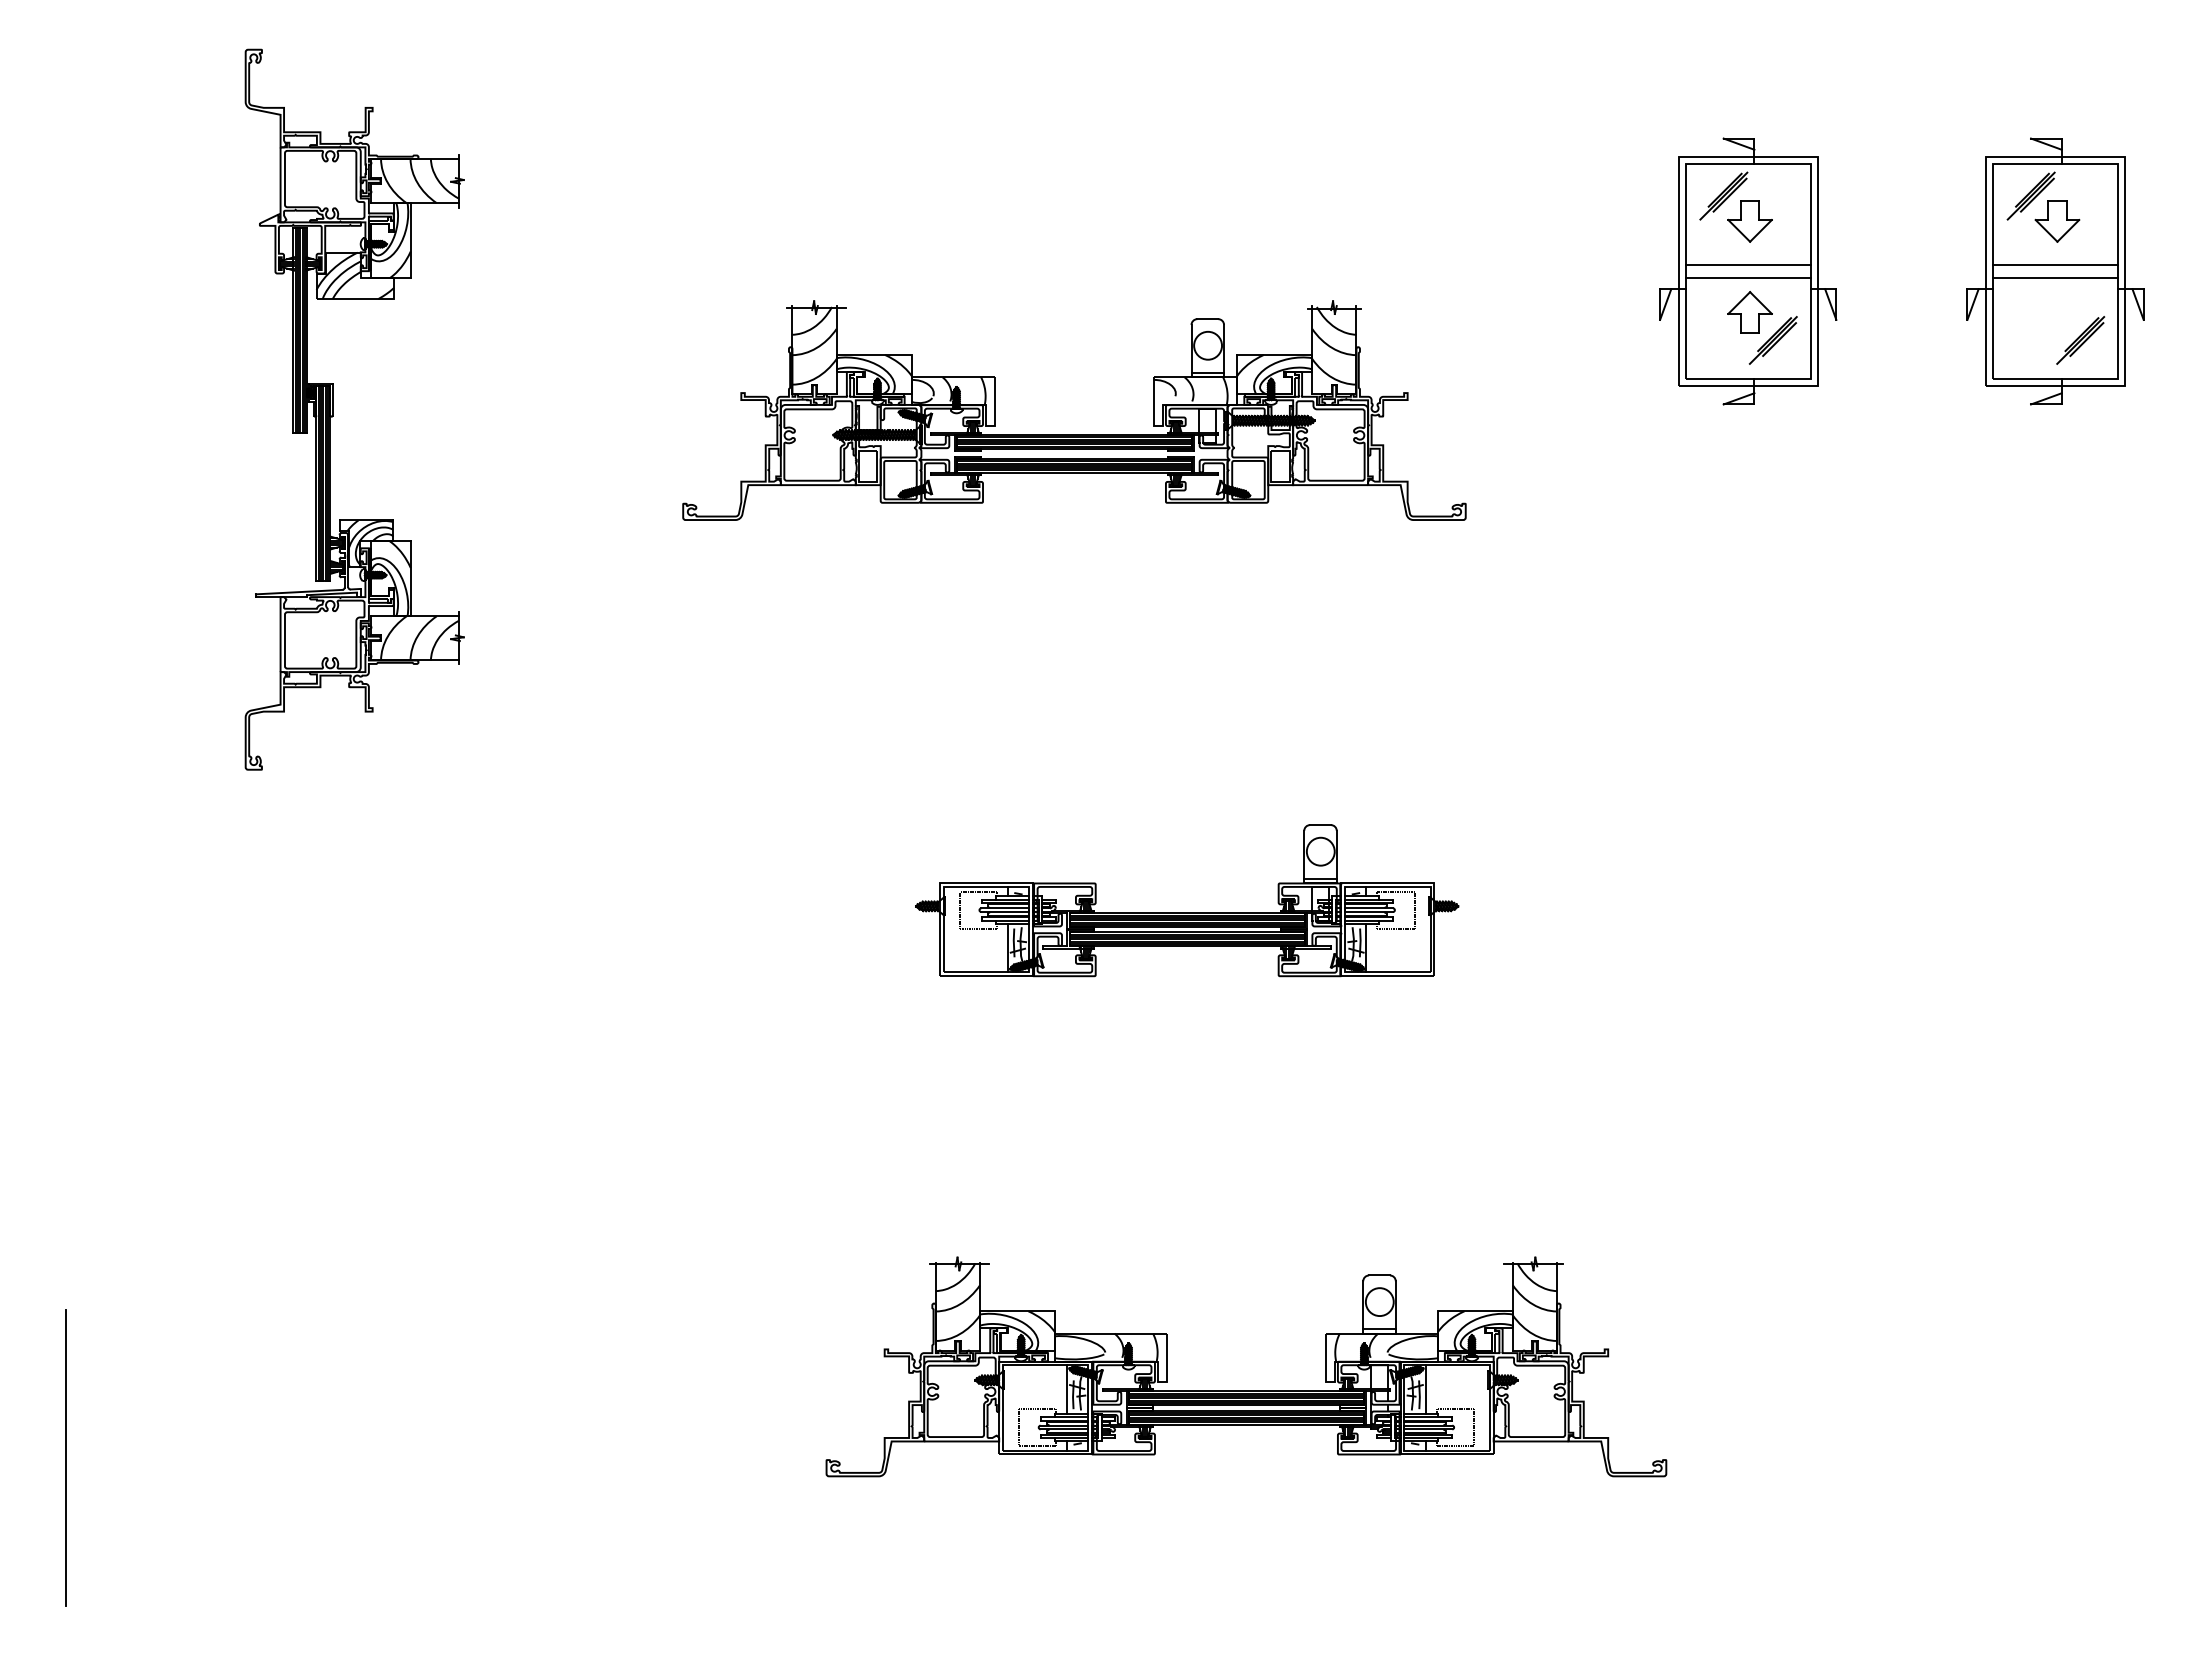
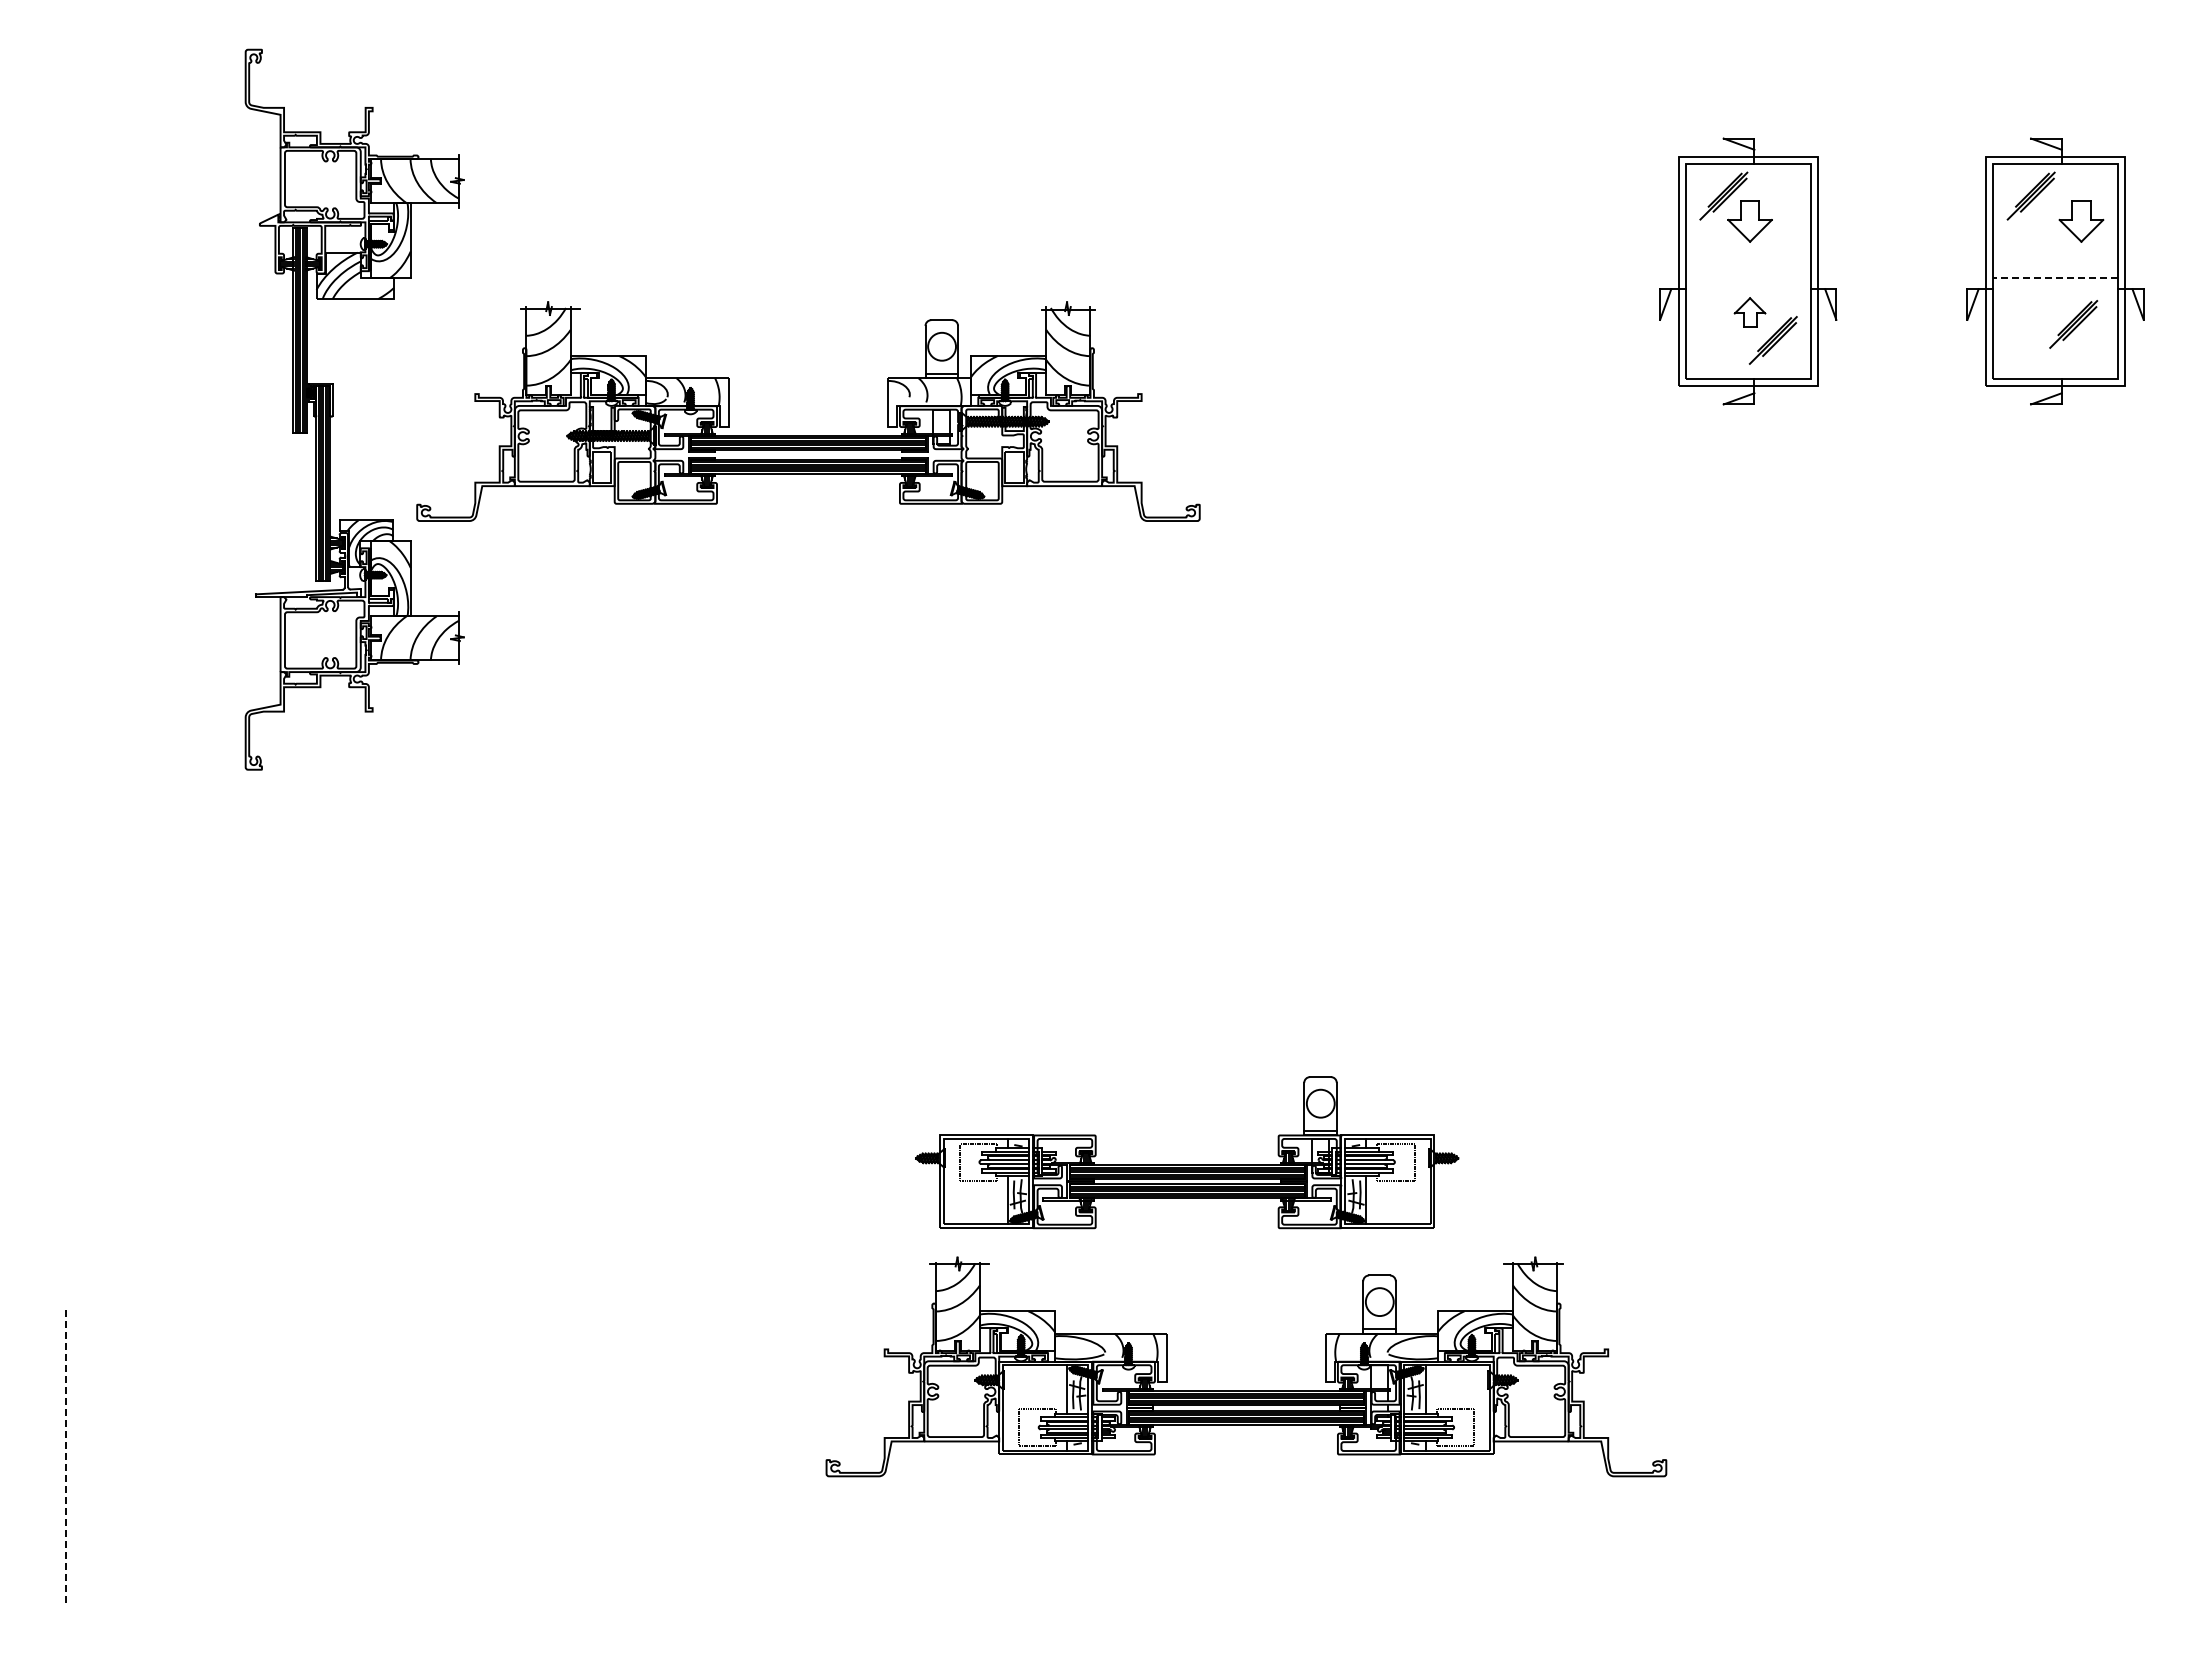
part at (2057, 221) position: (2057, 221) -> (2081, 221)
line at (1747, 264): present -> none
line at (2055, 264): present -> none
line at (1747, 278): present -> none
line at (2055, 278): solid -> dashed
part at (1749, 312) size: 46x43 px -> 34x31 px
part at (2080, 340) position: (2080, 340) -> (2073, 324)
part at (1074, 434) position: (1074, 434) -> (808, 435)
part at (1187, 912) position: (1187, 912) -> (1187, 1164)
line at (66, 1458): solid -> dashed
